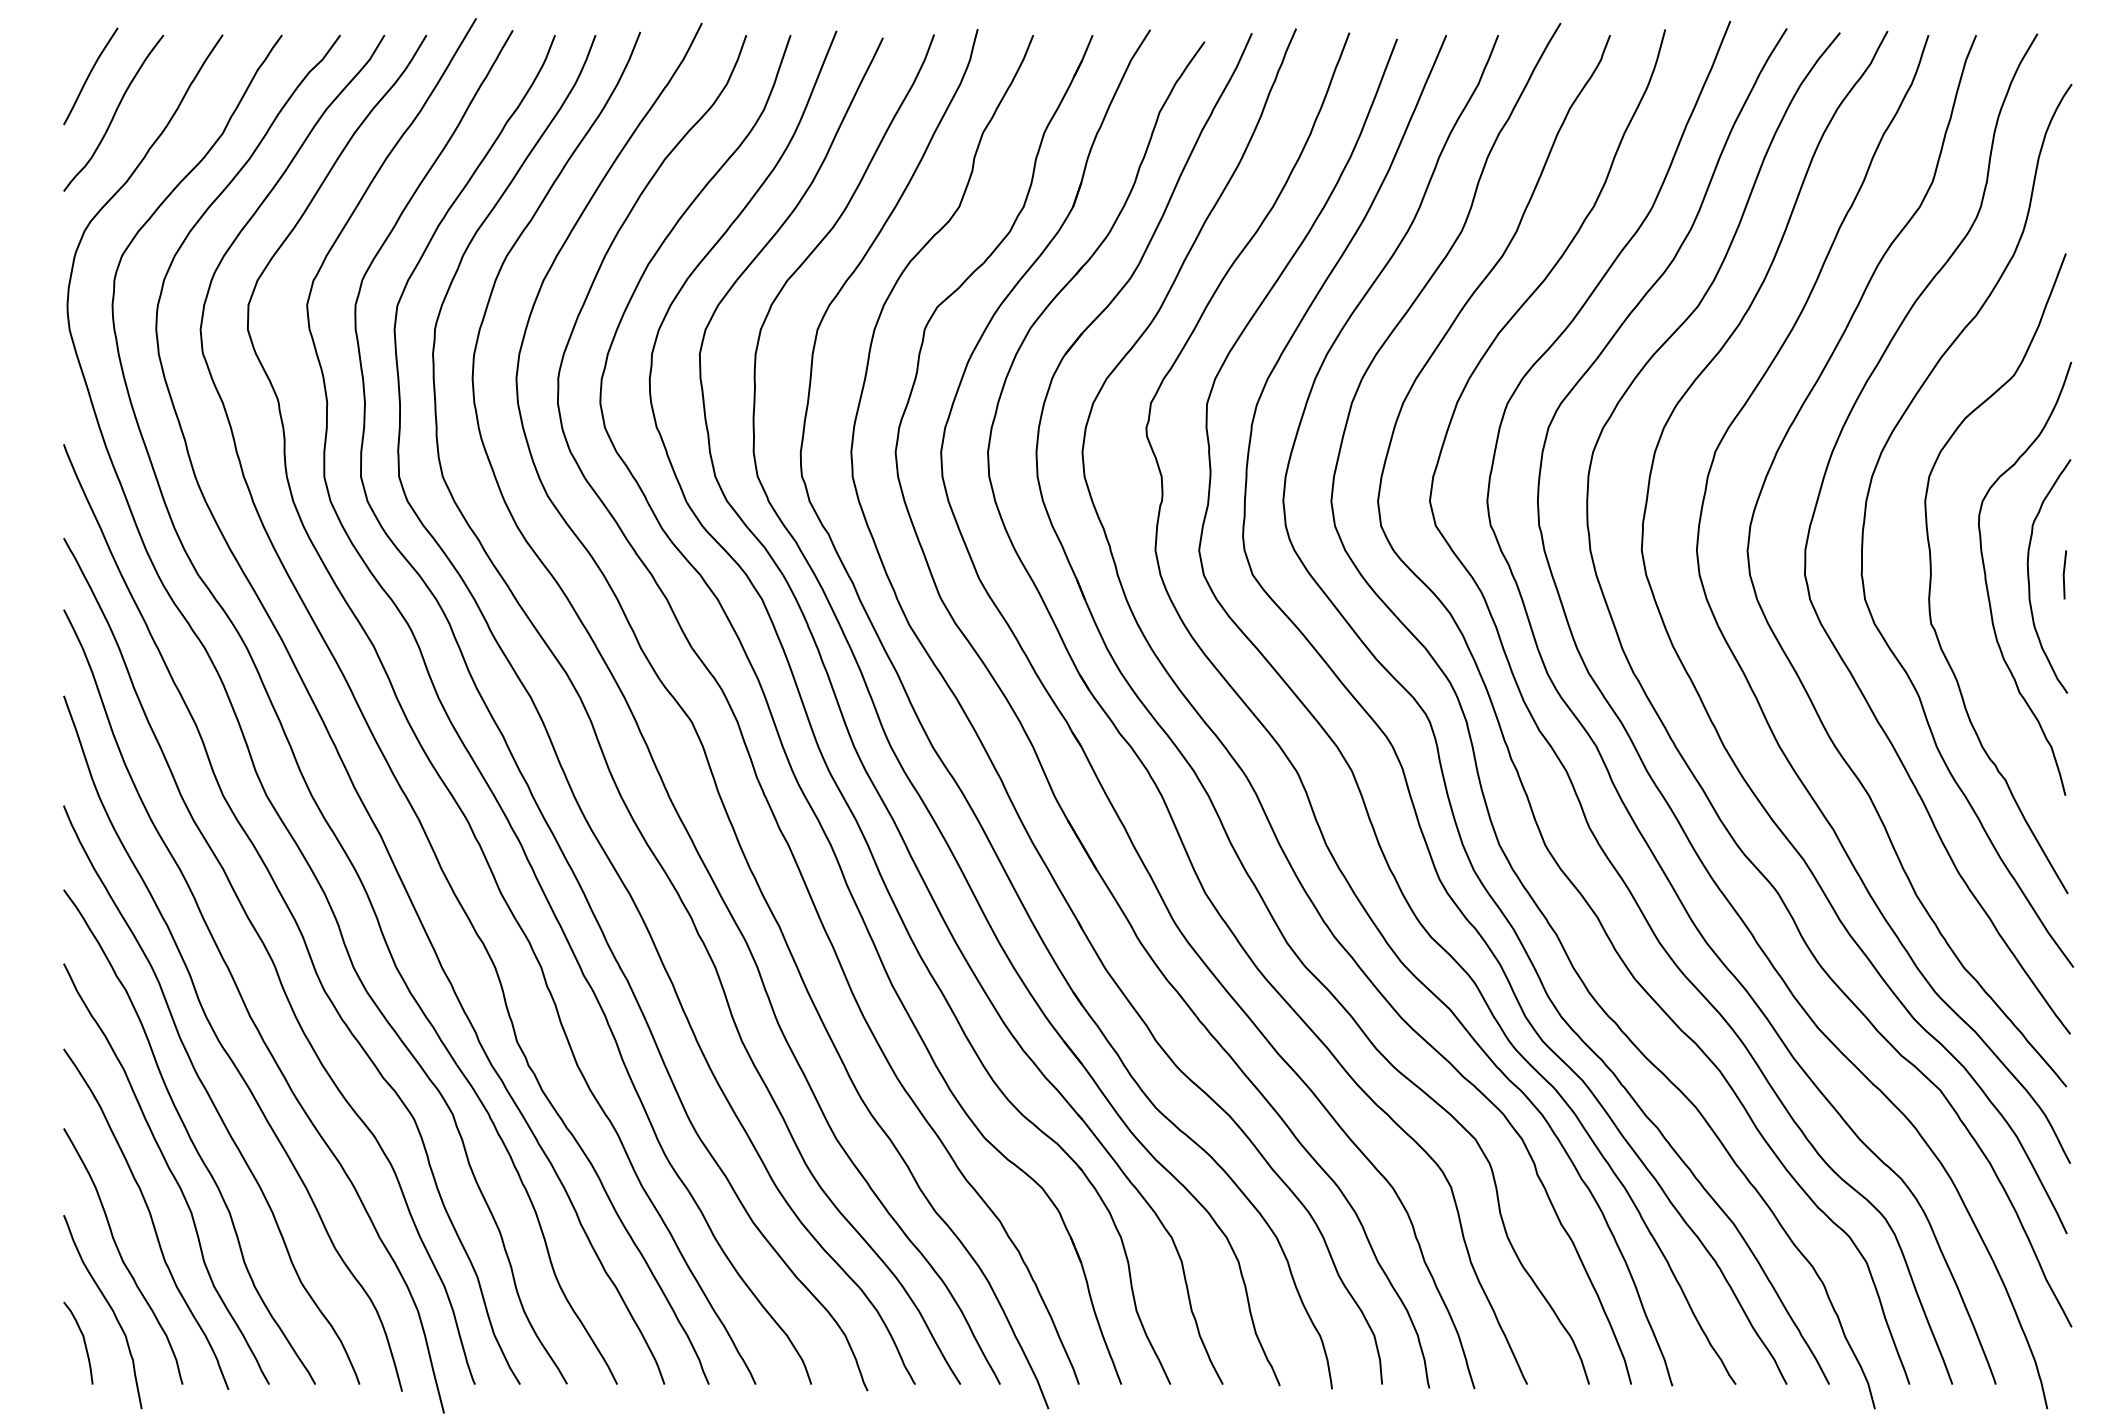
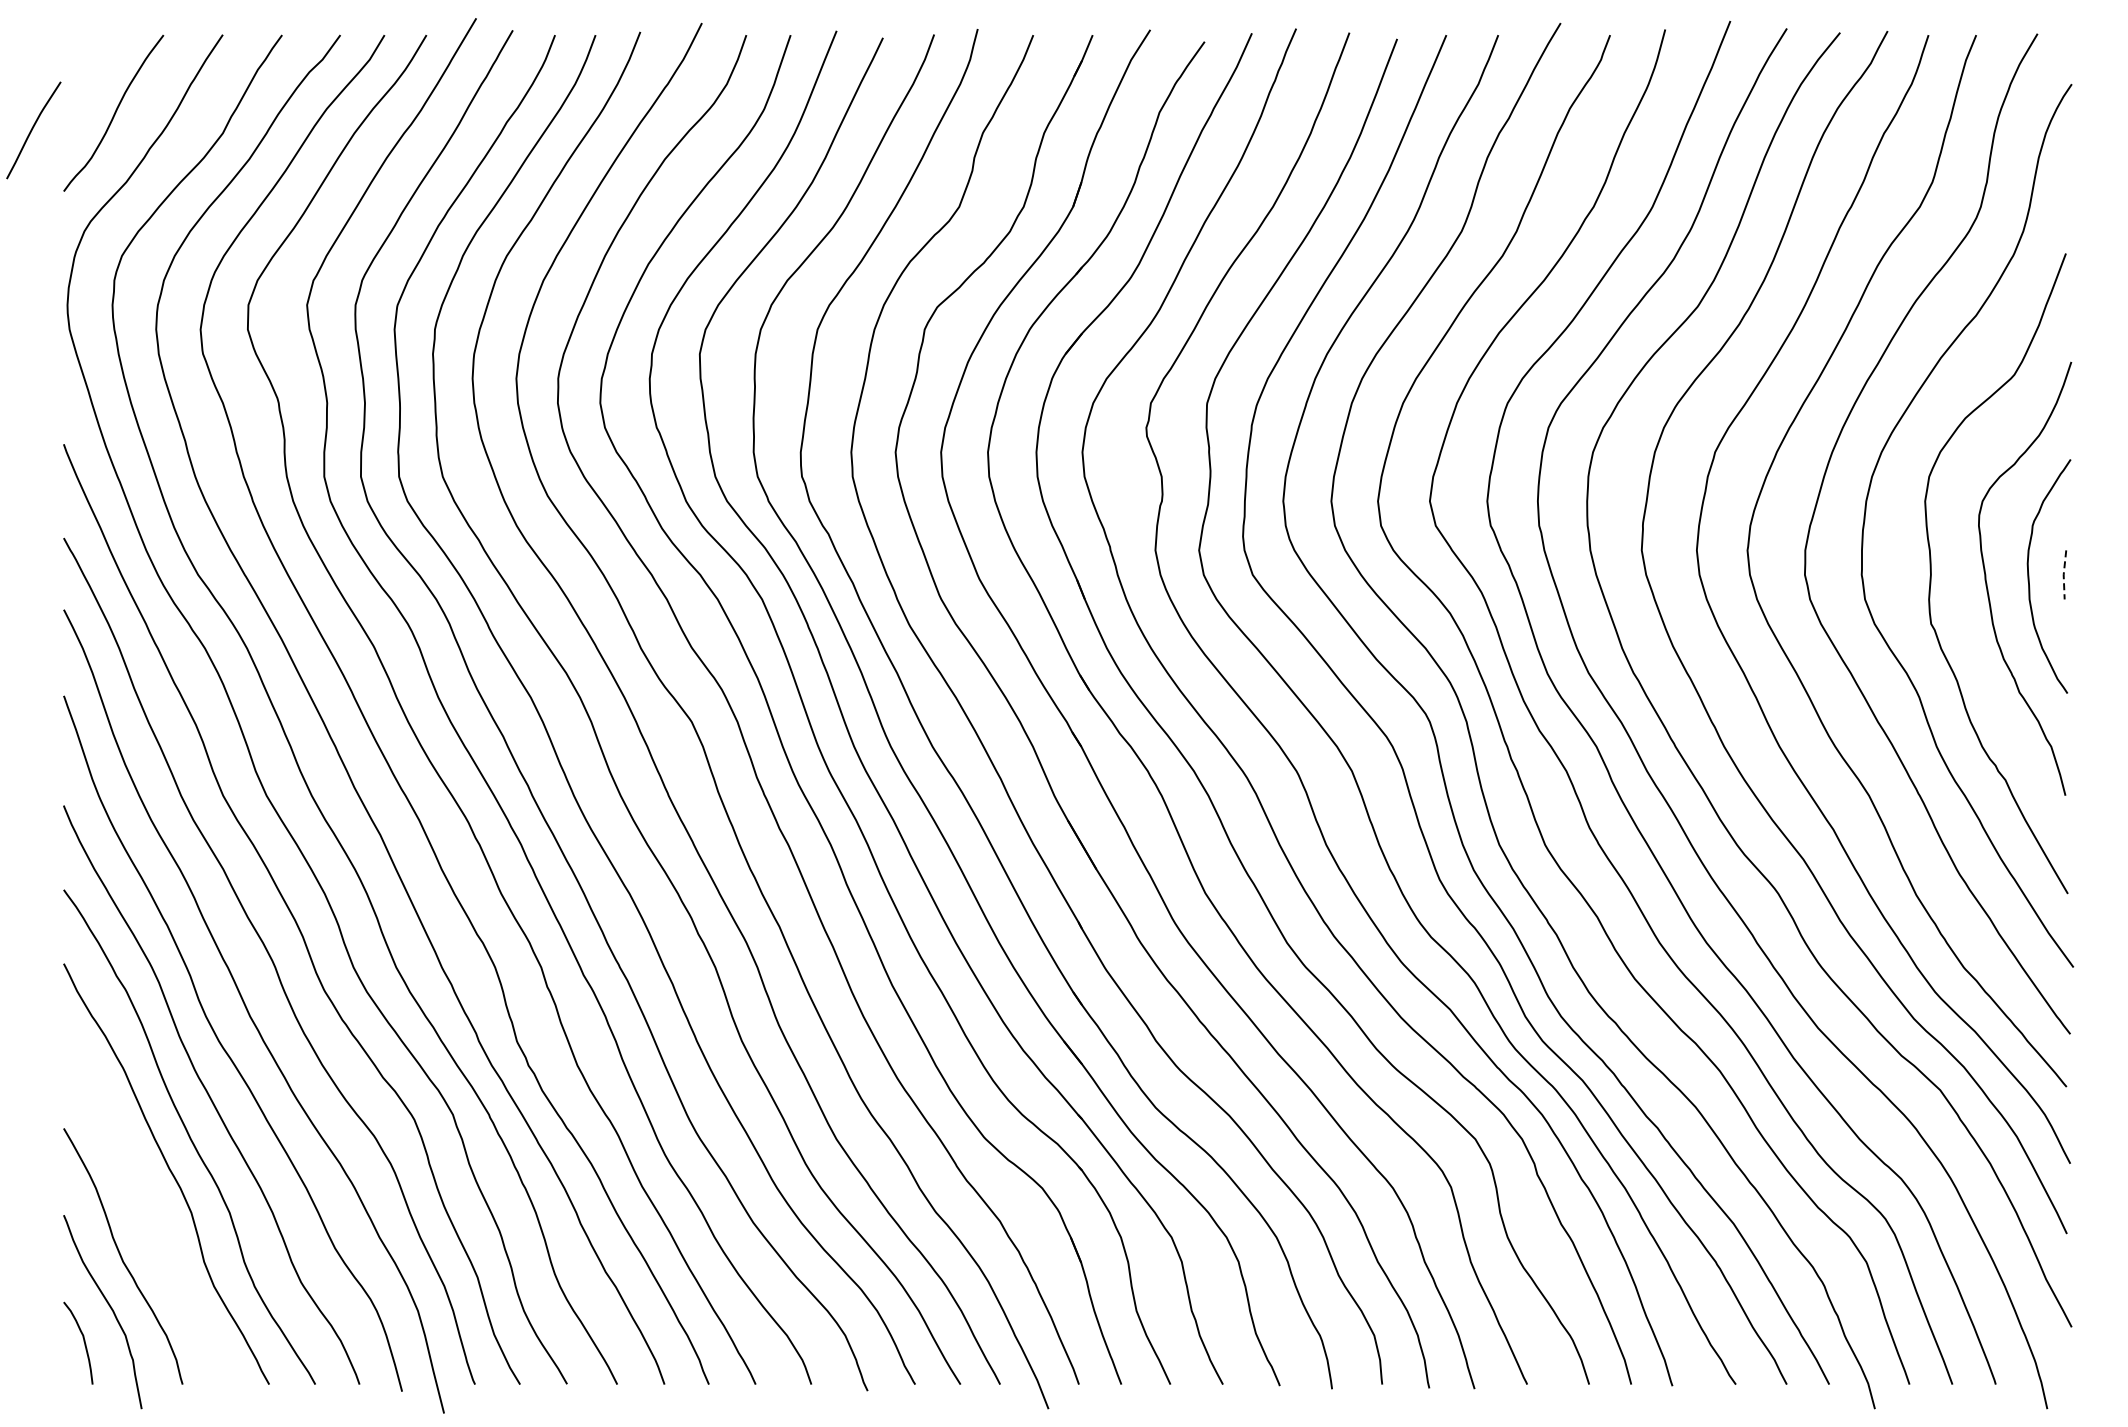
curve at (89, 76) position: (89, 76) -> (32, 130)
line at (2063, 574): solid -> dashed
curve at (150, 1218): present -> none
